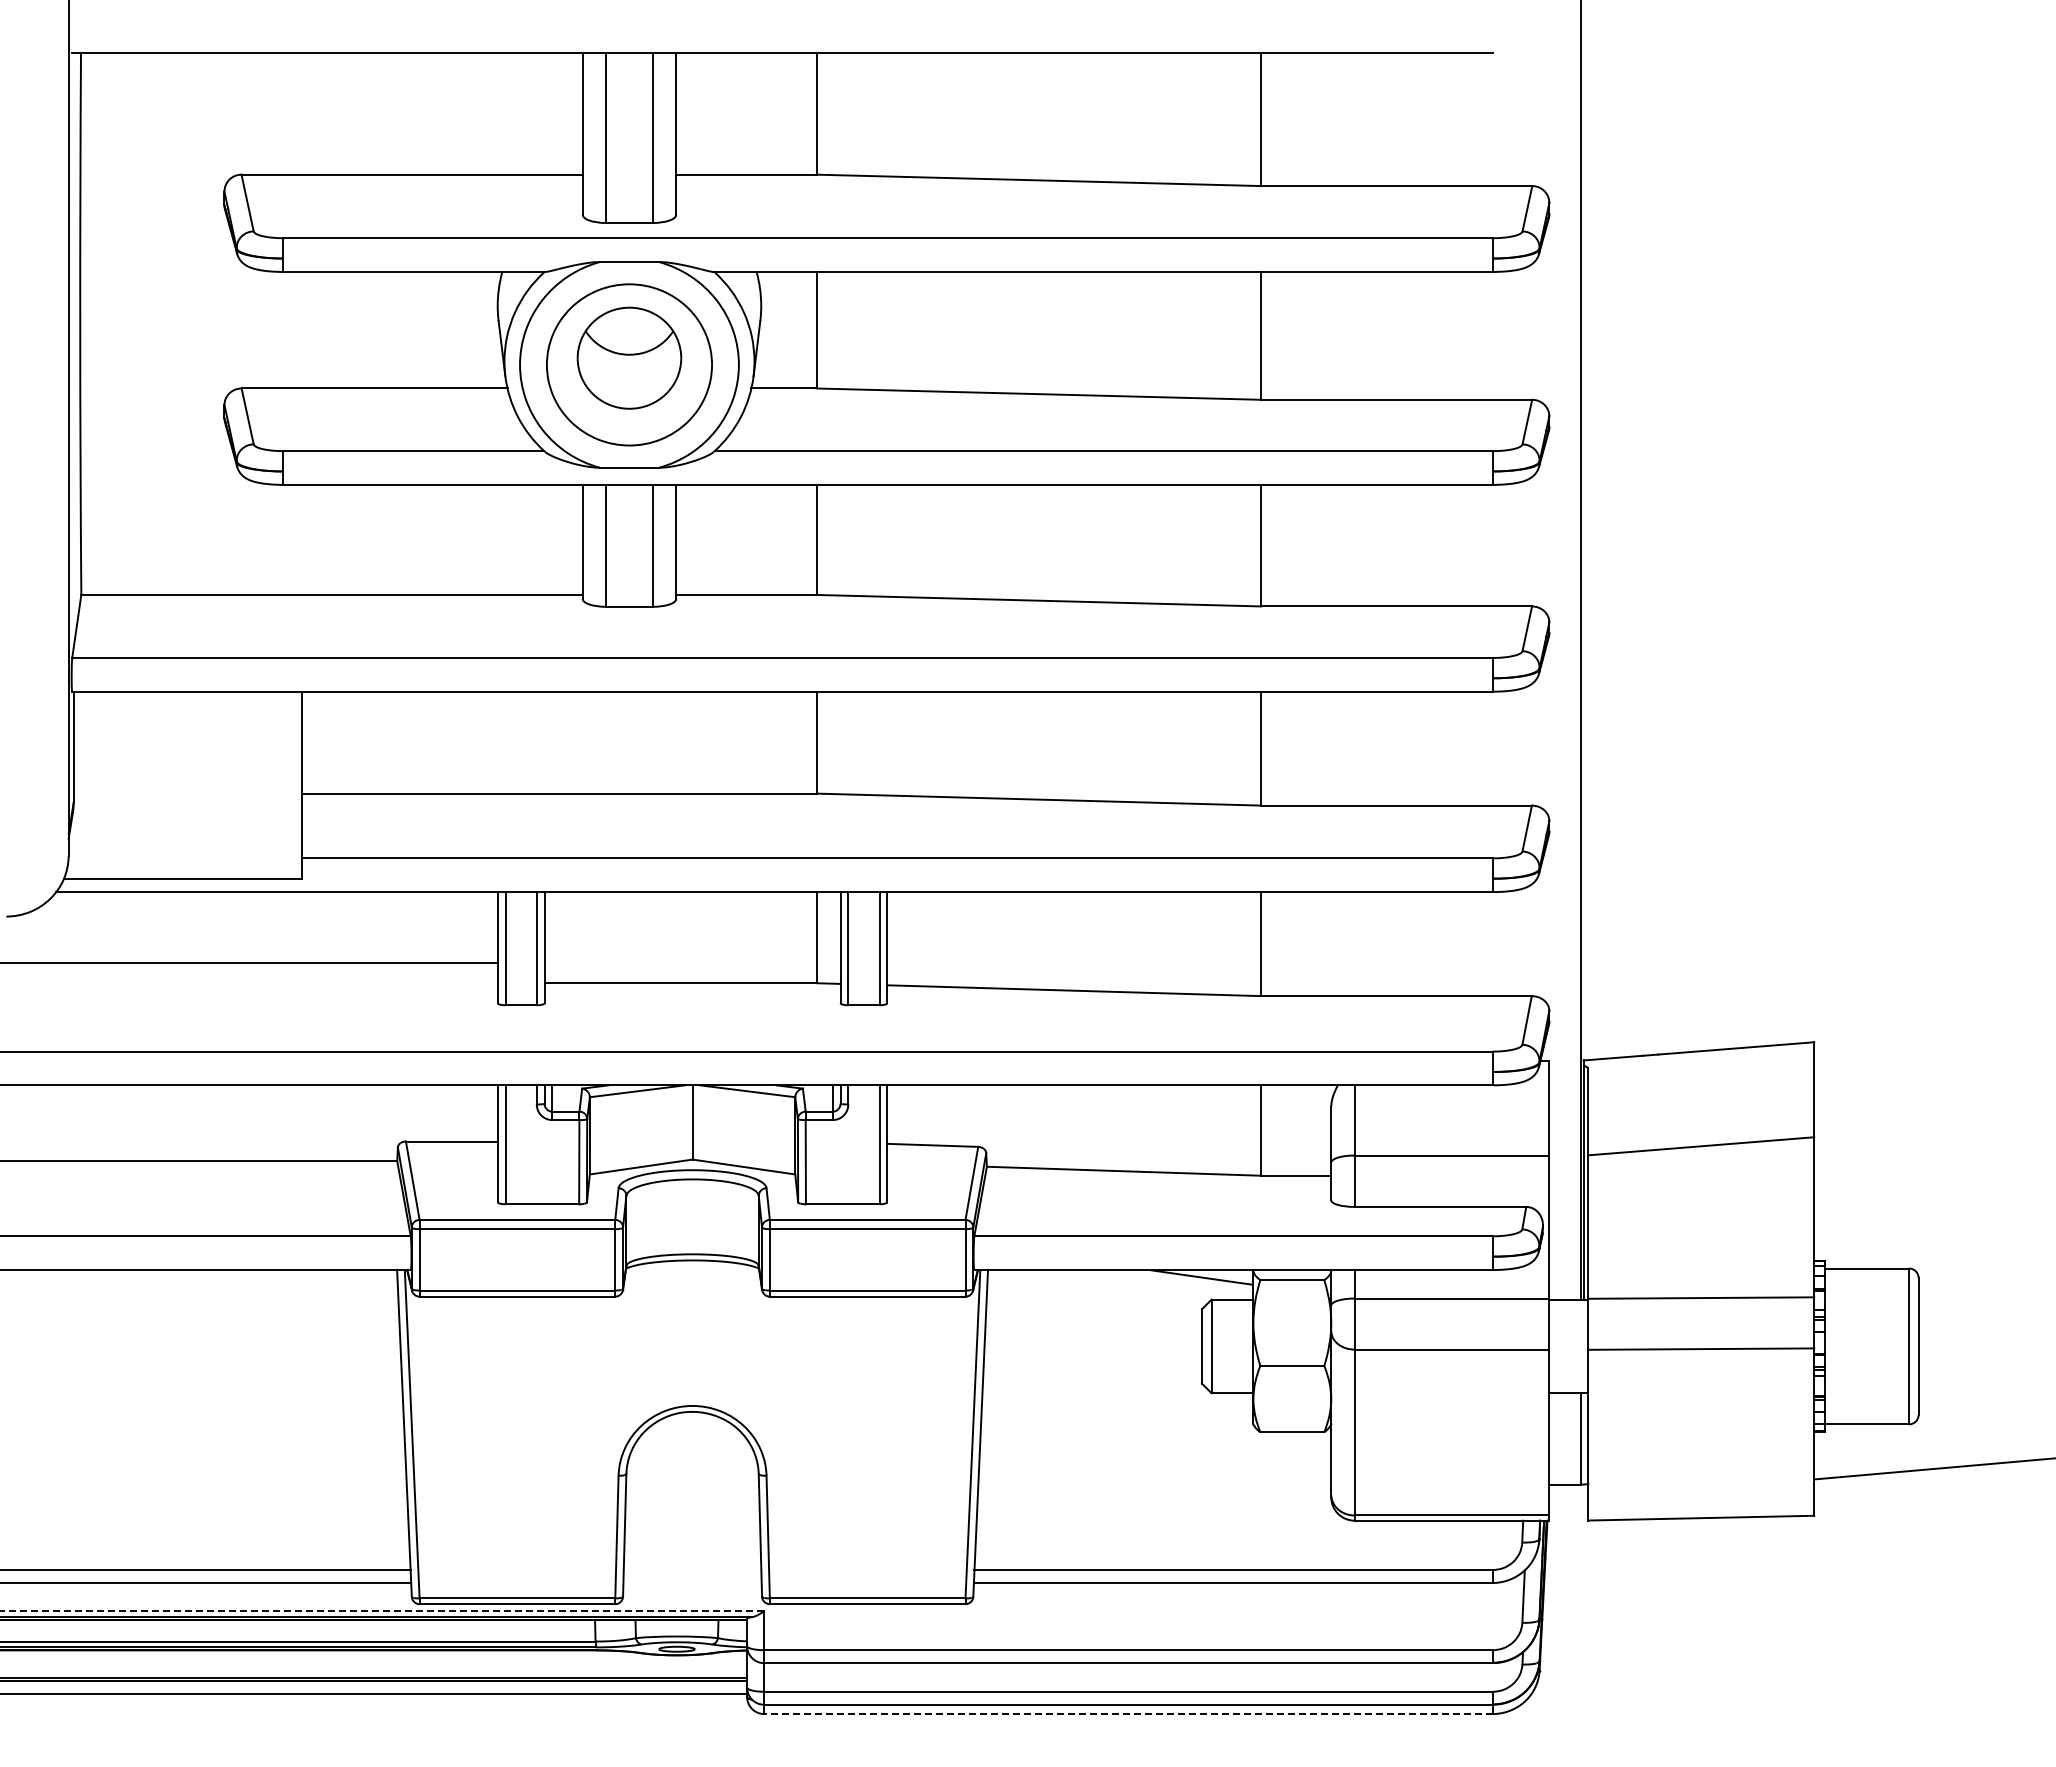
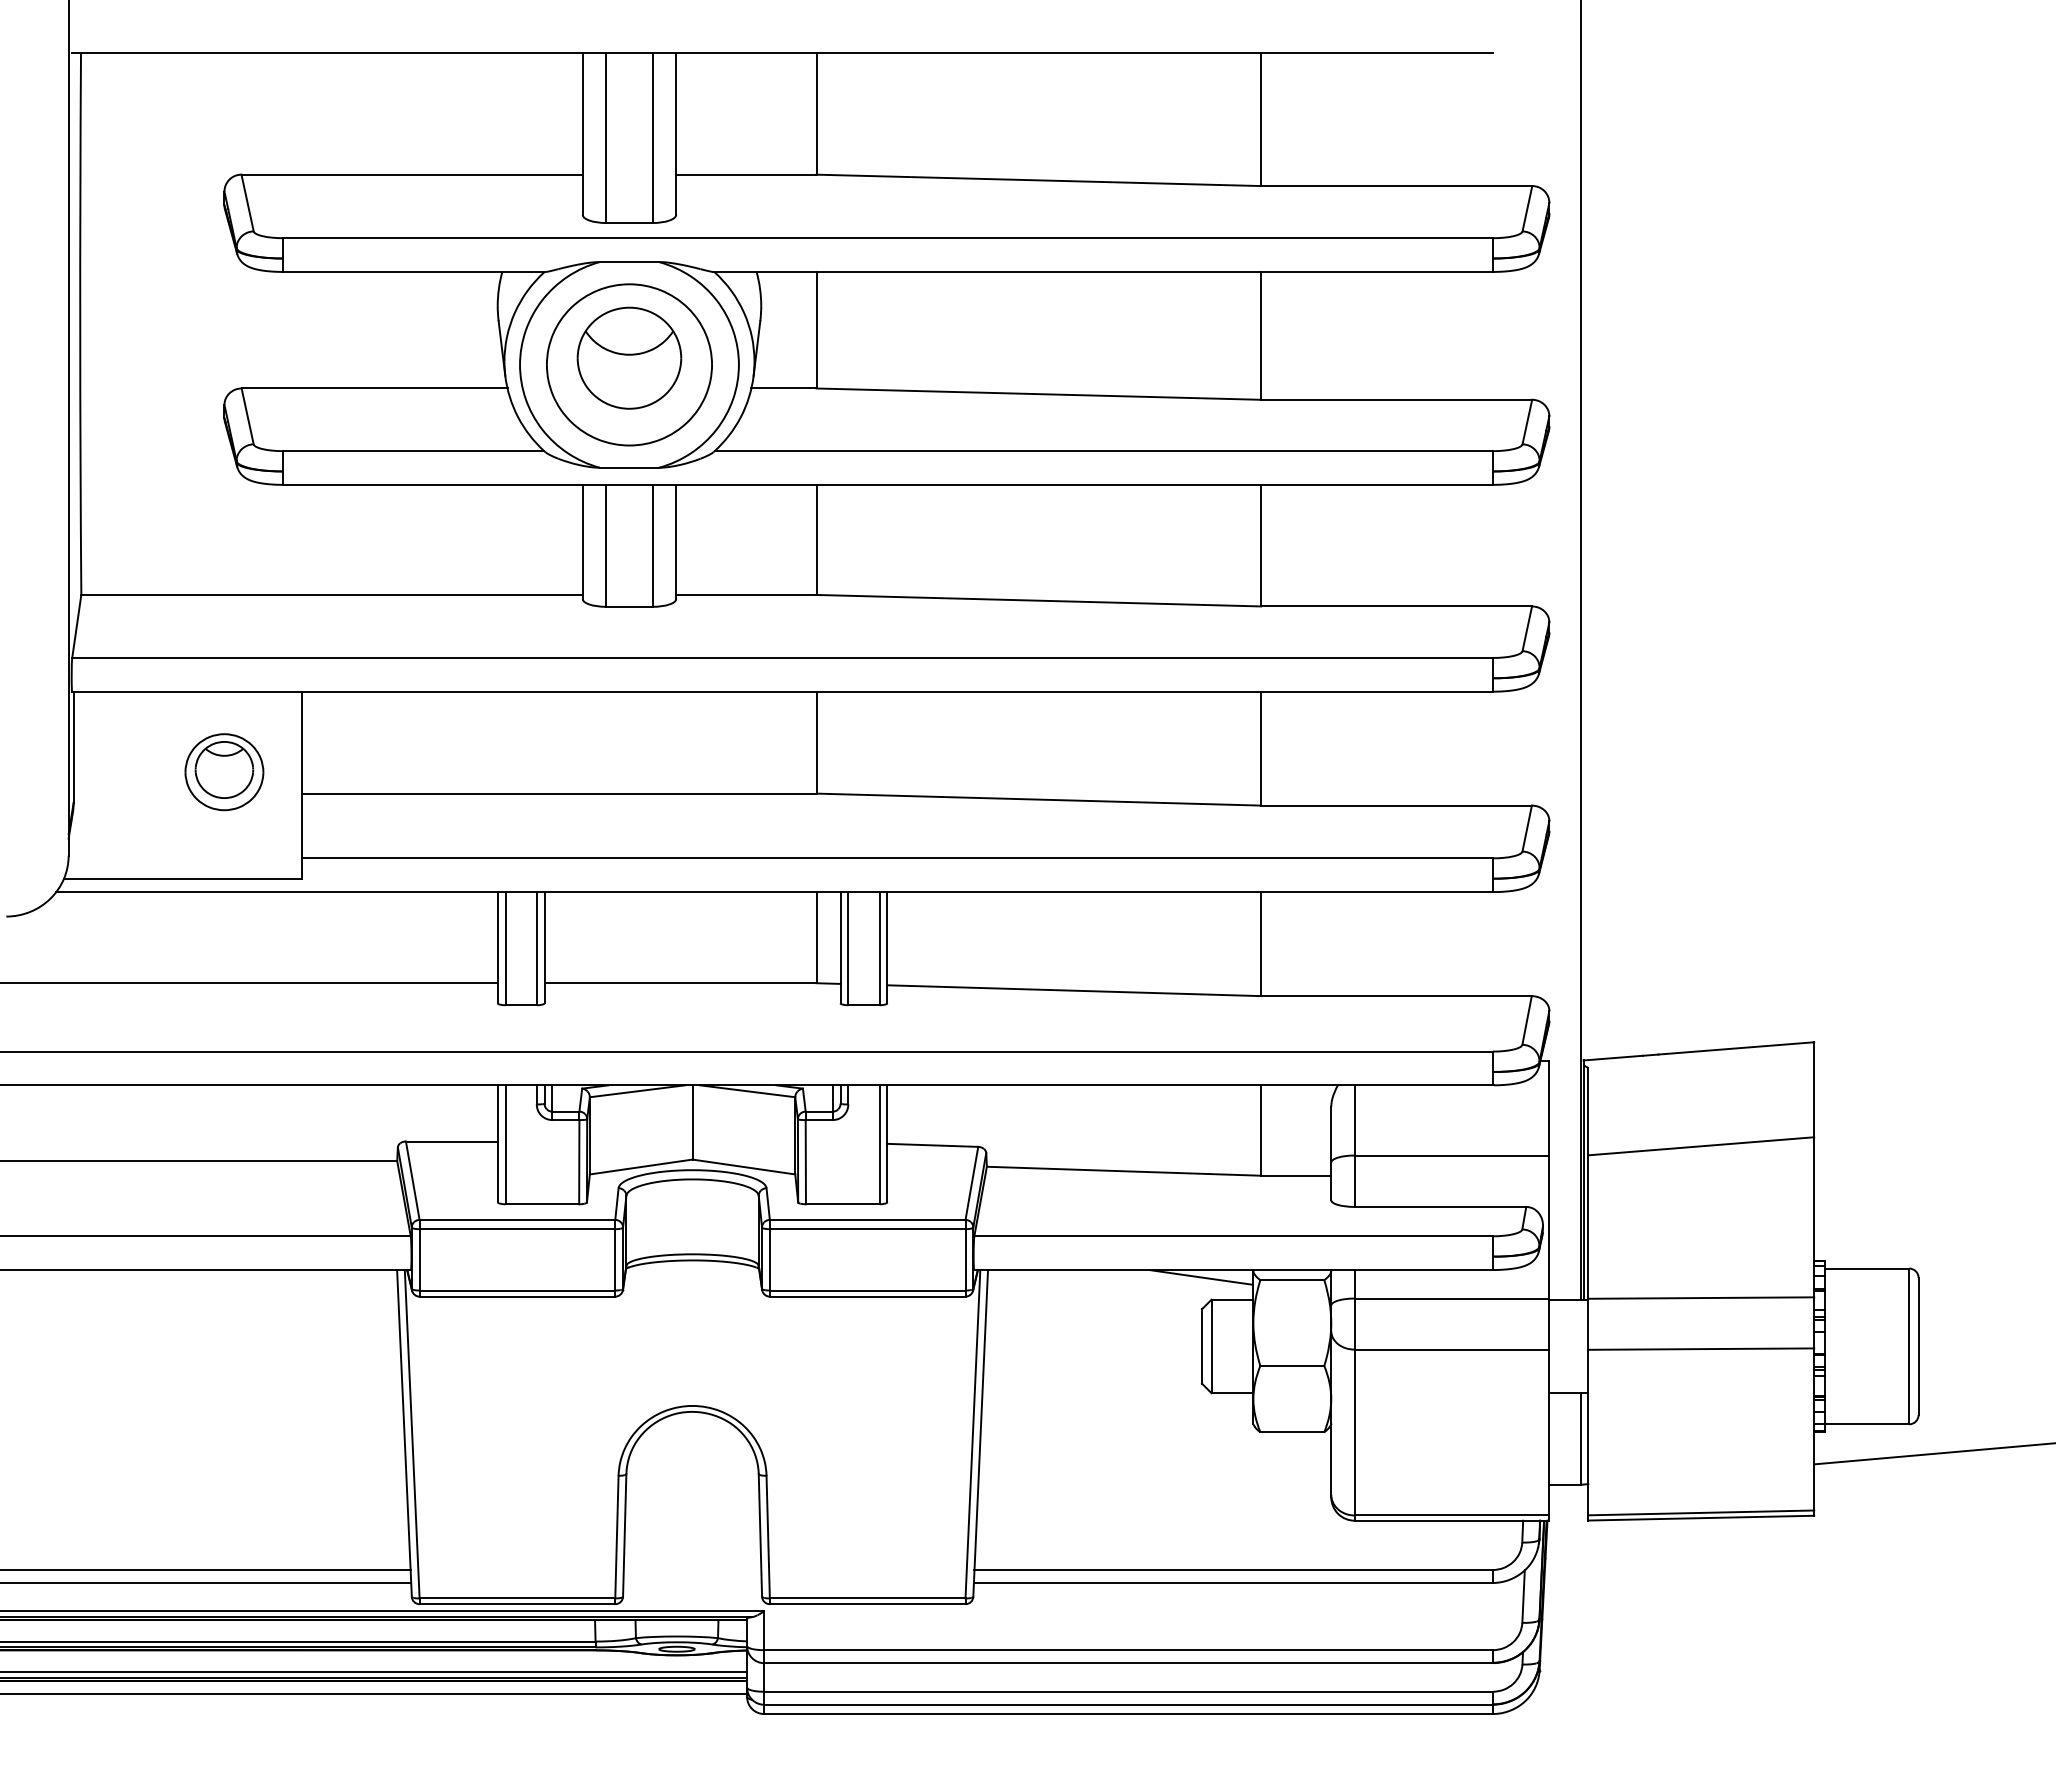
part at (224, 772): none -> present
line at (249, 963) position: (249, 963) -> (249, 983)
line at (1933, 1468) position: (1933, 1468) -> (1933, 1453)
line at (1701, 1512): none -> present
line at (382, 1611): dashed -> solid
line at (374, 1671): none -> present
line at (1128, 1714): dashed -> solid
